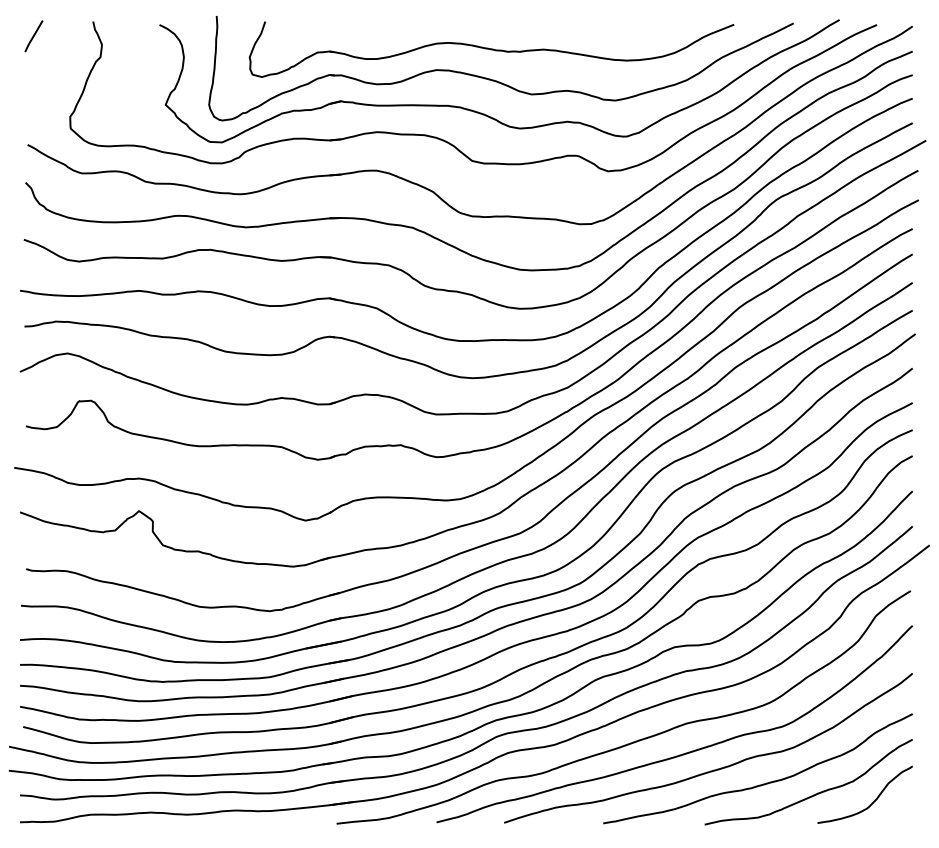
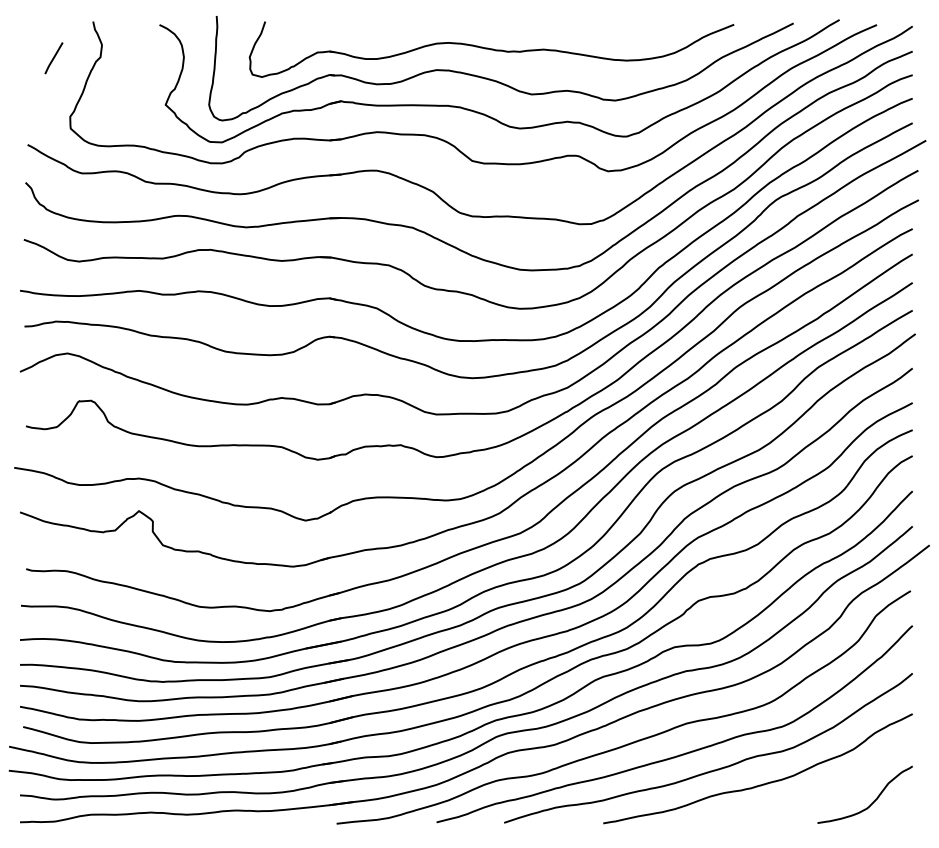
line at (33, 36) position: (33, 36) -> (53, 58)
curve at (813, 794): present -> none
